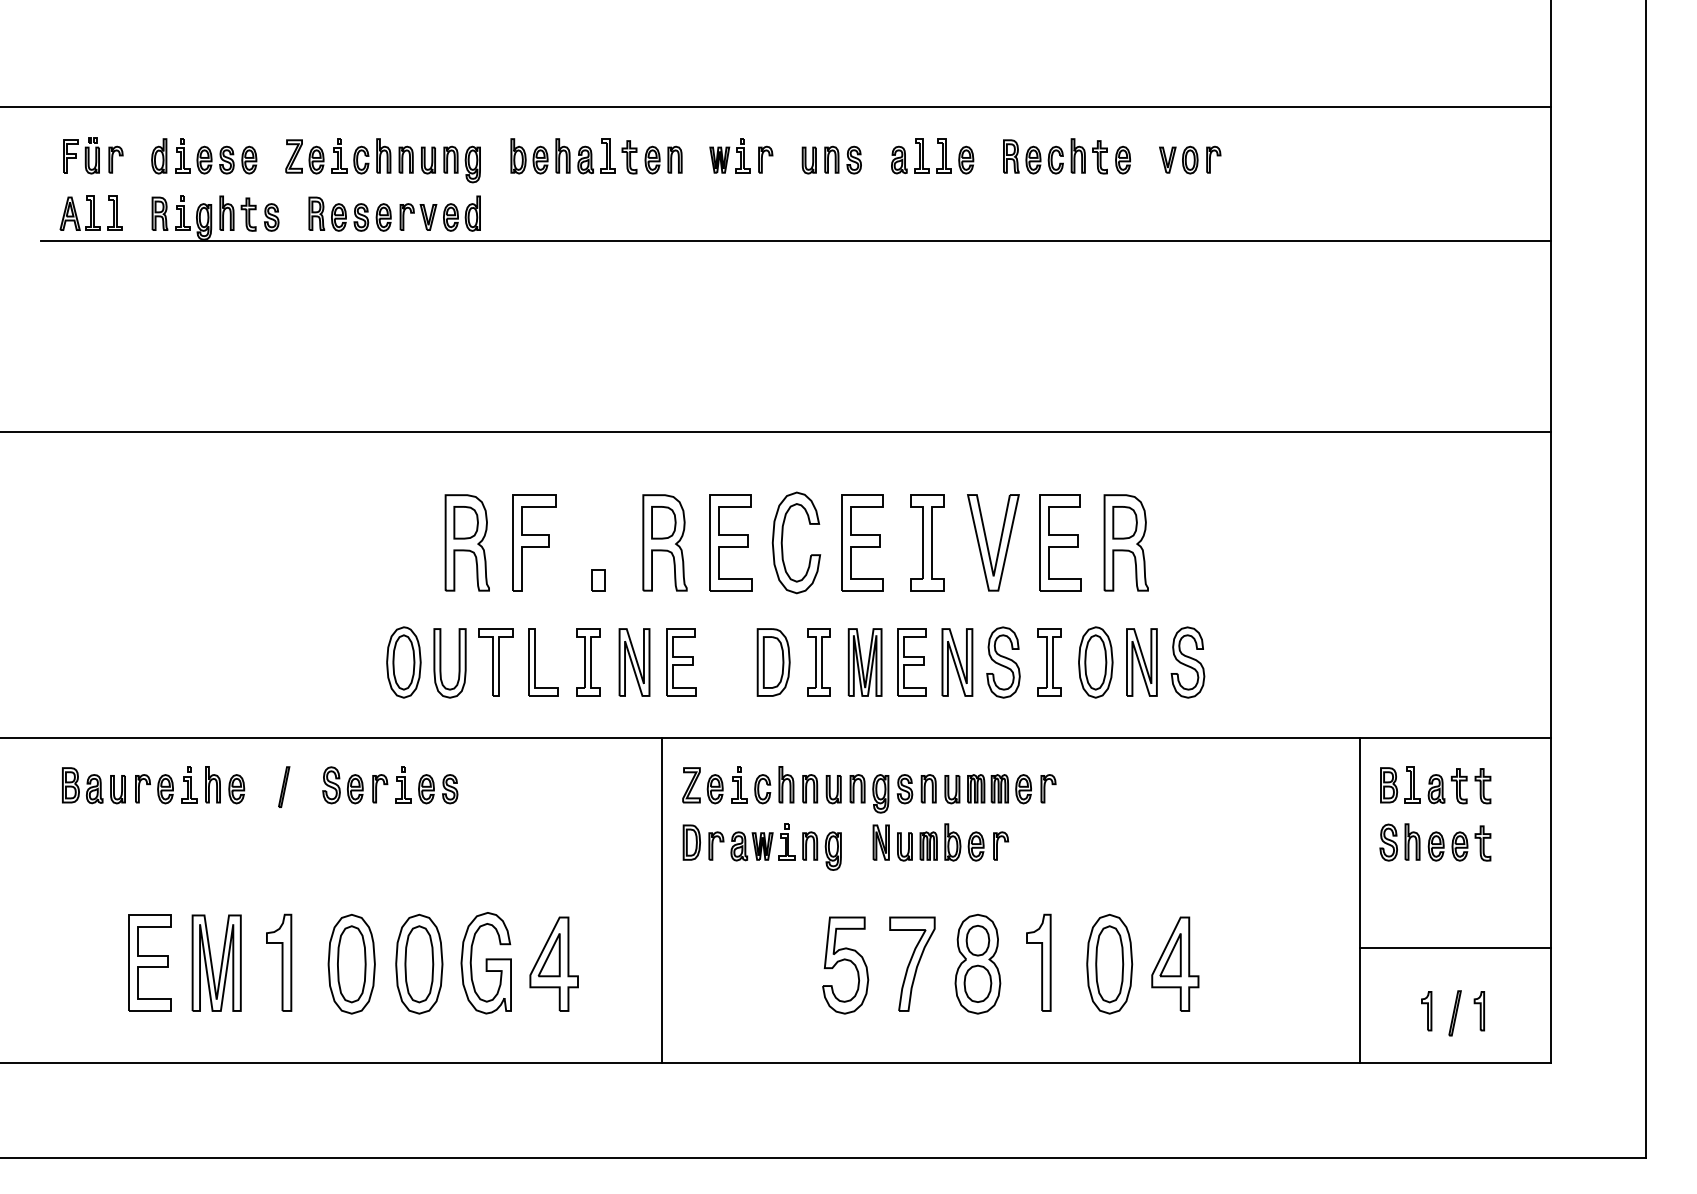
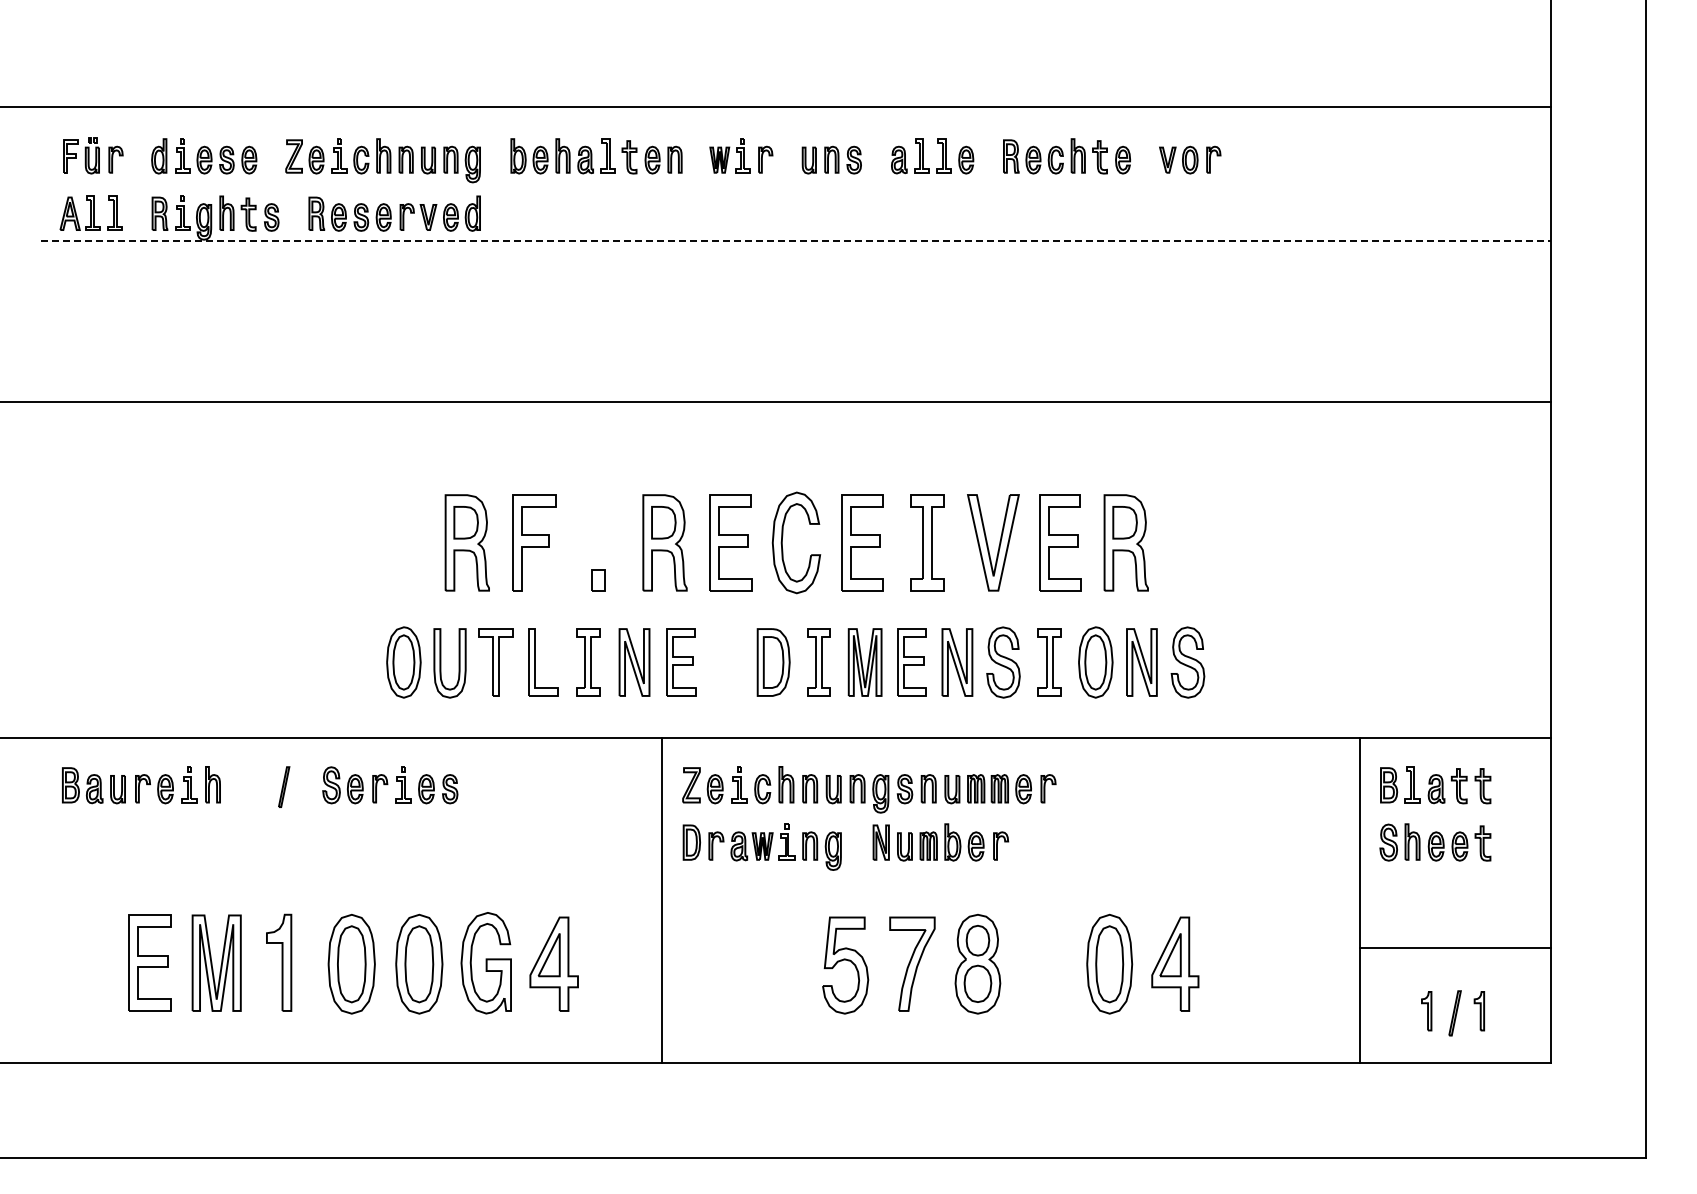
line at (795, 241): solid -> dashed
line at (776, 432) position: (776, 432) -> (776, 402)
part at (236, 789): present -> none
part at (1038, 962): present -> none
